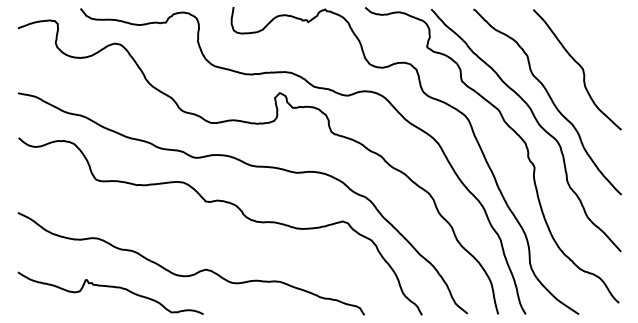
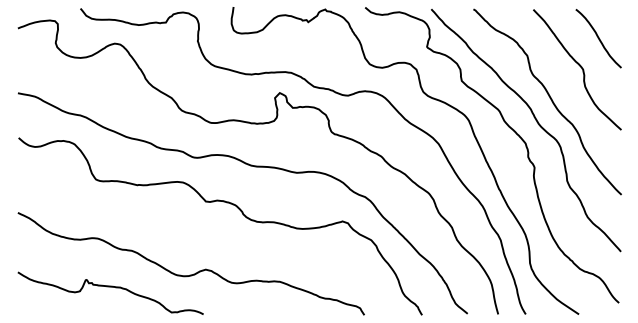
curve at (598, 38): none -> present
